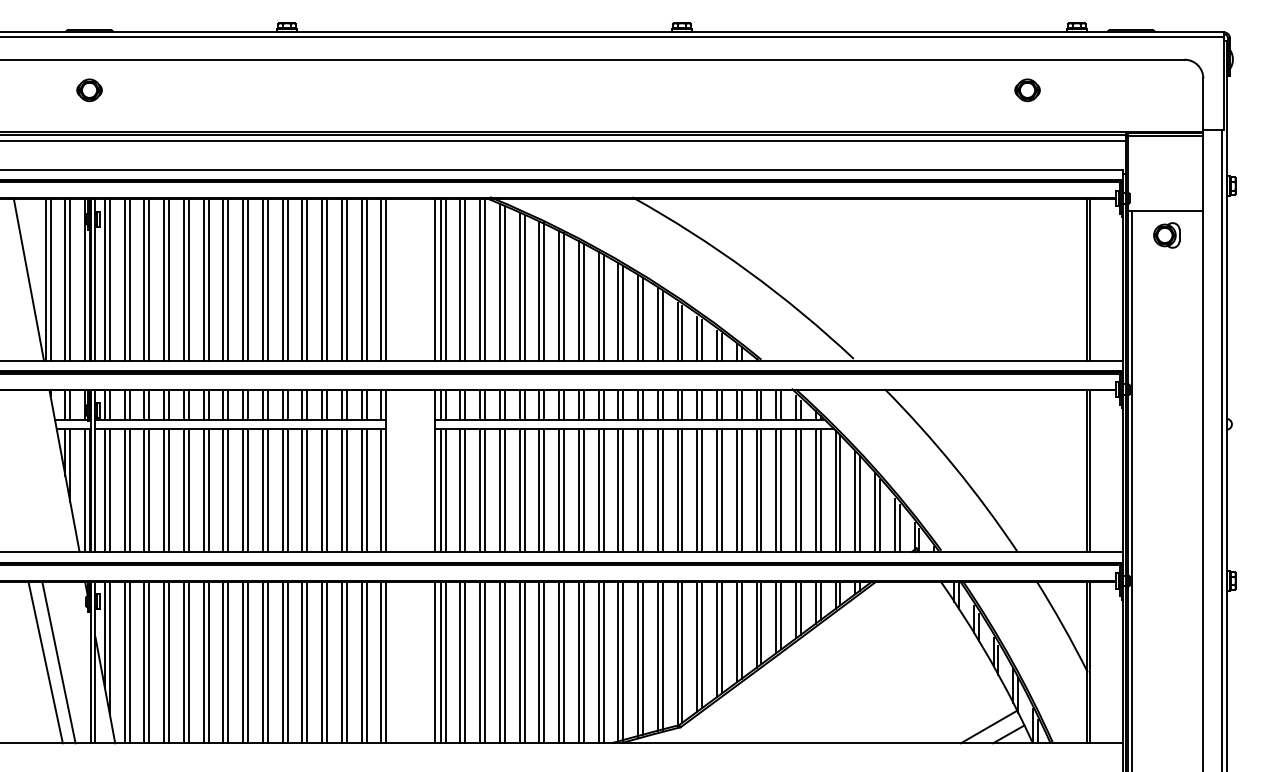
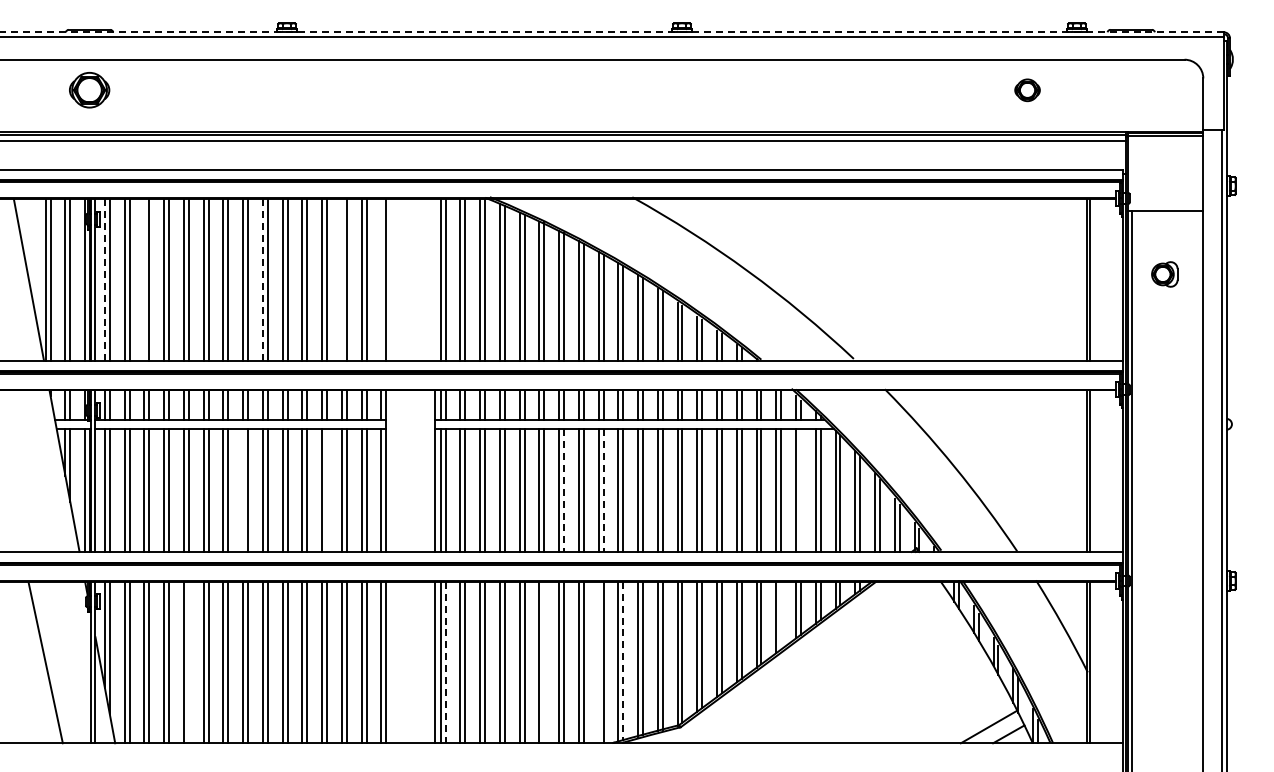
line at (612, 32): solid -> dashed
part at (89, 90) size: 27x25 px -> 42x37 px
part at (1166, 235) position: (1166, 235) -> (1164, 274)
line at (144, 279): present -> none
line at (341, 279): present -> none
line at (381, 279): present -> none
line at (435, 279): present -> none
line at (104, 280): solid -> dashed
line at (262, 280): solid -> dashed
line at (243, 490): present -> none
line at (327, 490): present -> none
line at (564, 490): solid -> dashed
line at (603, 490): solid -> dashed
line at (800, 490): present -> none
line at (781, 615): present -> none
line at (623, 661): solid -> dashed
line at (58, 662): present -> none
line at (188, 662): present -> none
line at (445, 662): solid -> dashed
line at (544, 662): present -> none
line at (598, 662): present -> none
